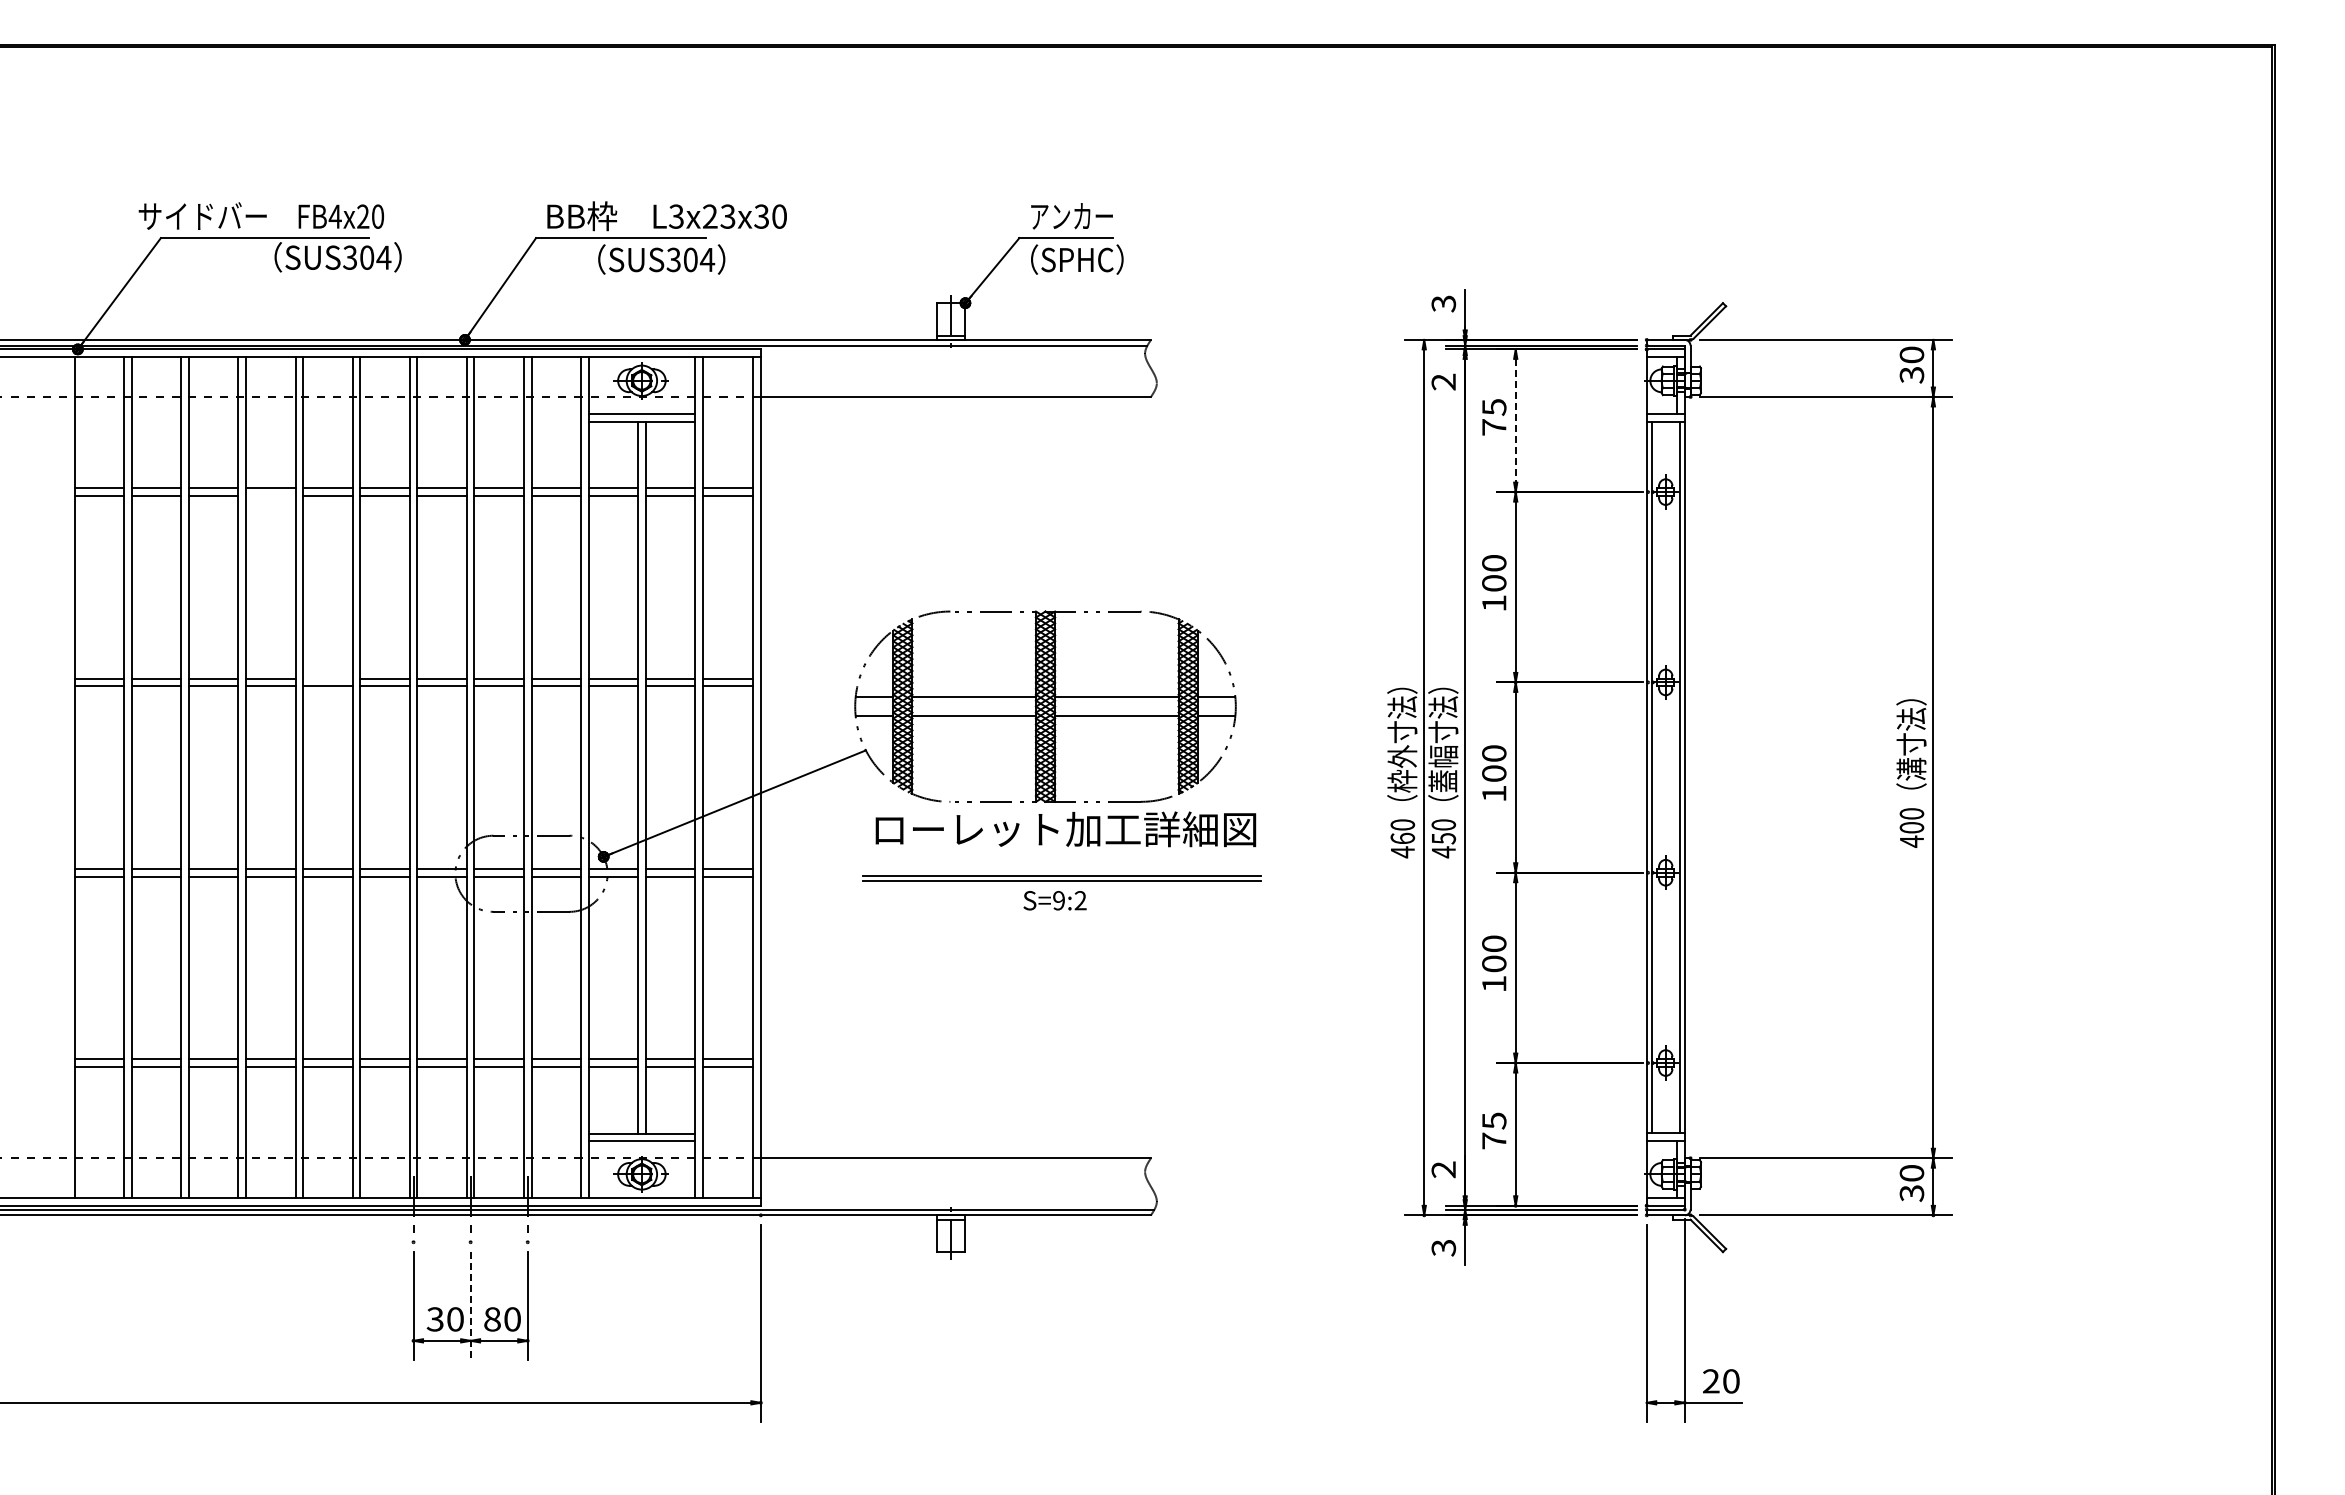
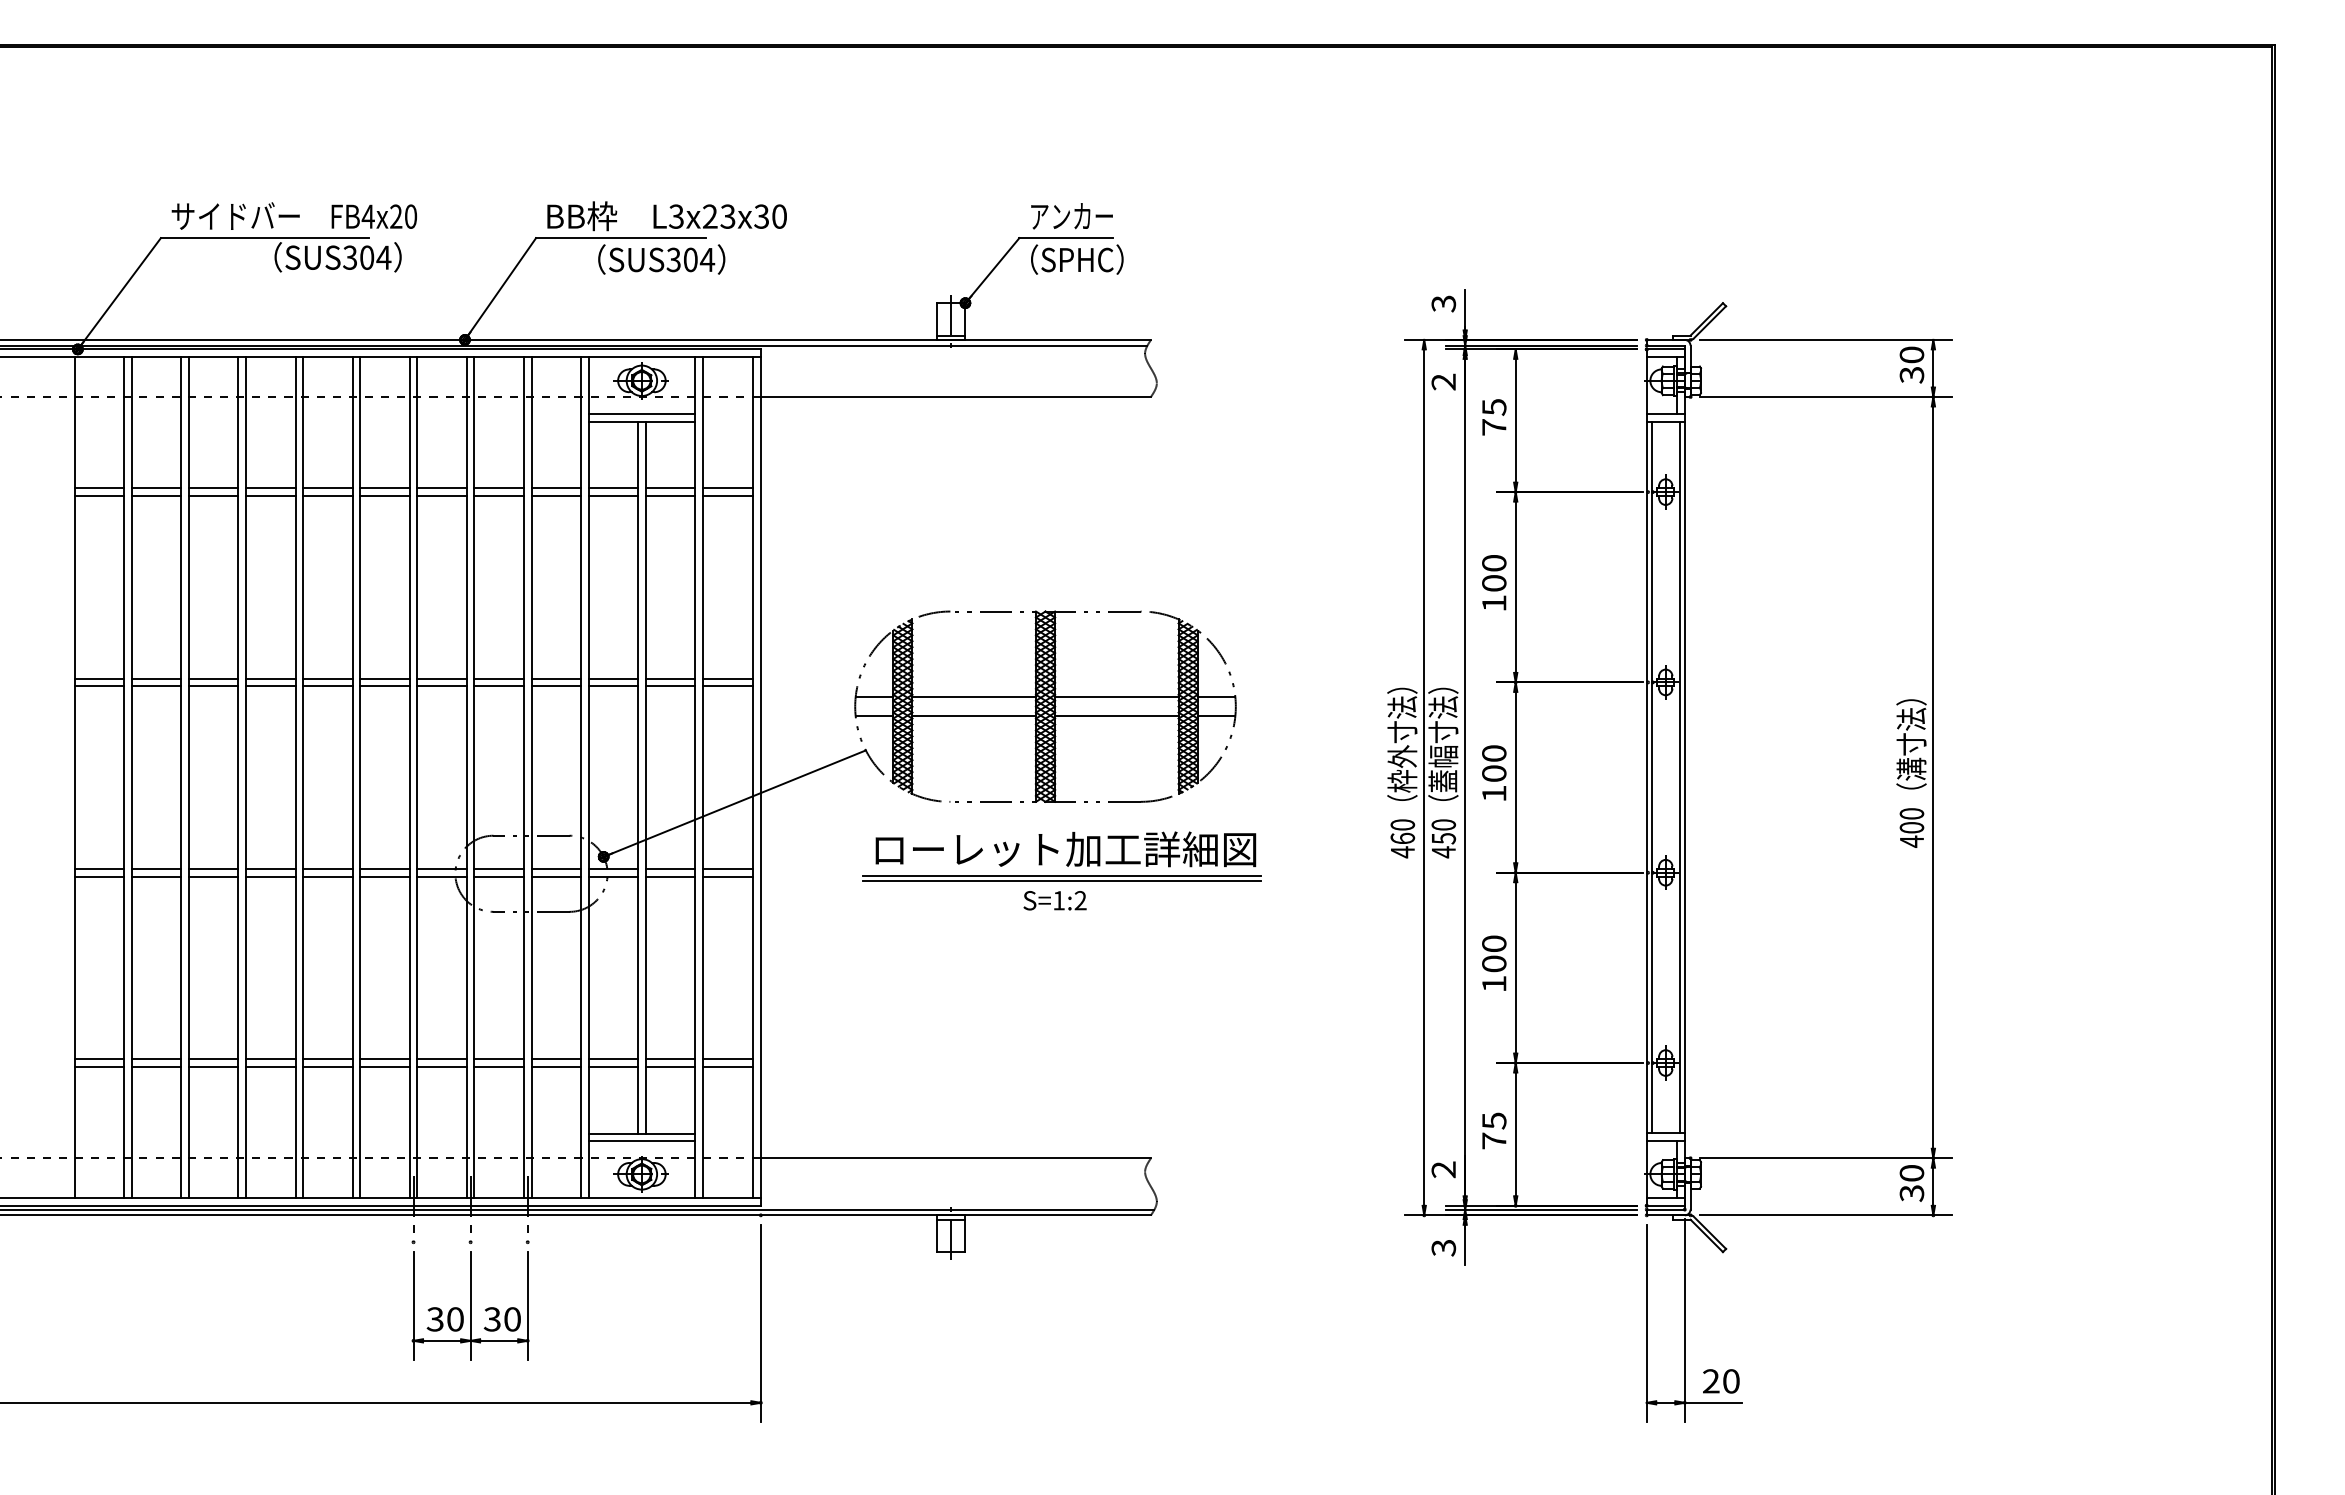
text at (260, 215) position: (260, 215) -> (293, 215)
line at (1515, 420): dashed -> solid
line at (270, 495): none -> present
line at (327, 678): none -> present
text at (1065, 829) position: (1065, 829) -> (1065, 849)
text at (1058, 900): S=9:2 -> S=1:2
line at (470, 1306): dashed -> solid
text at (491, 1319): 80 -> 30
